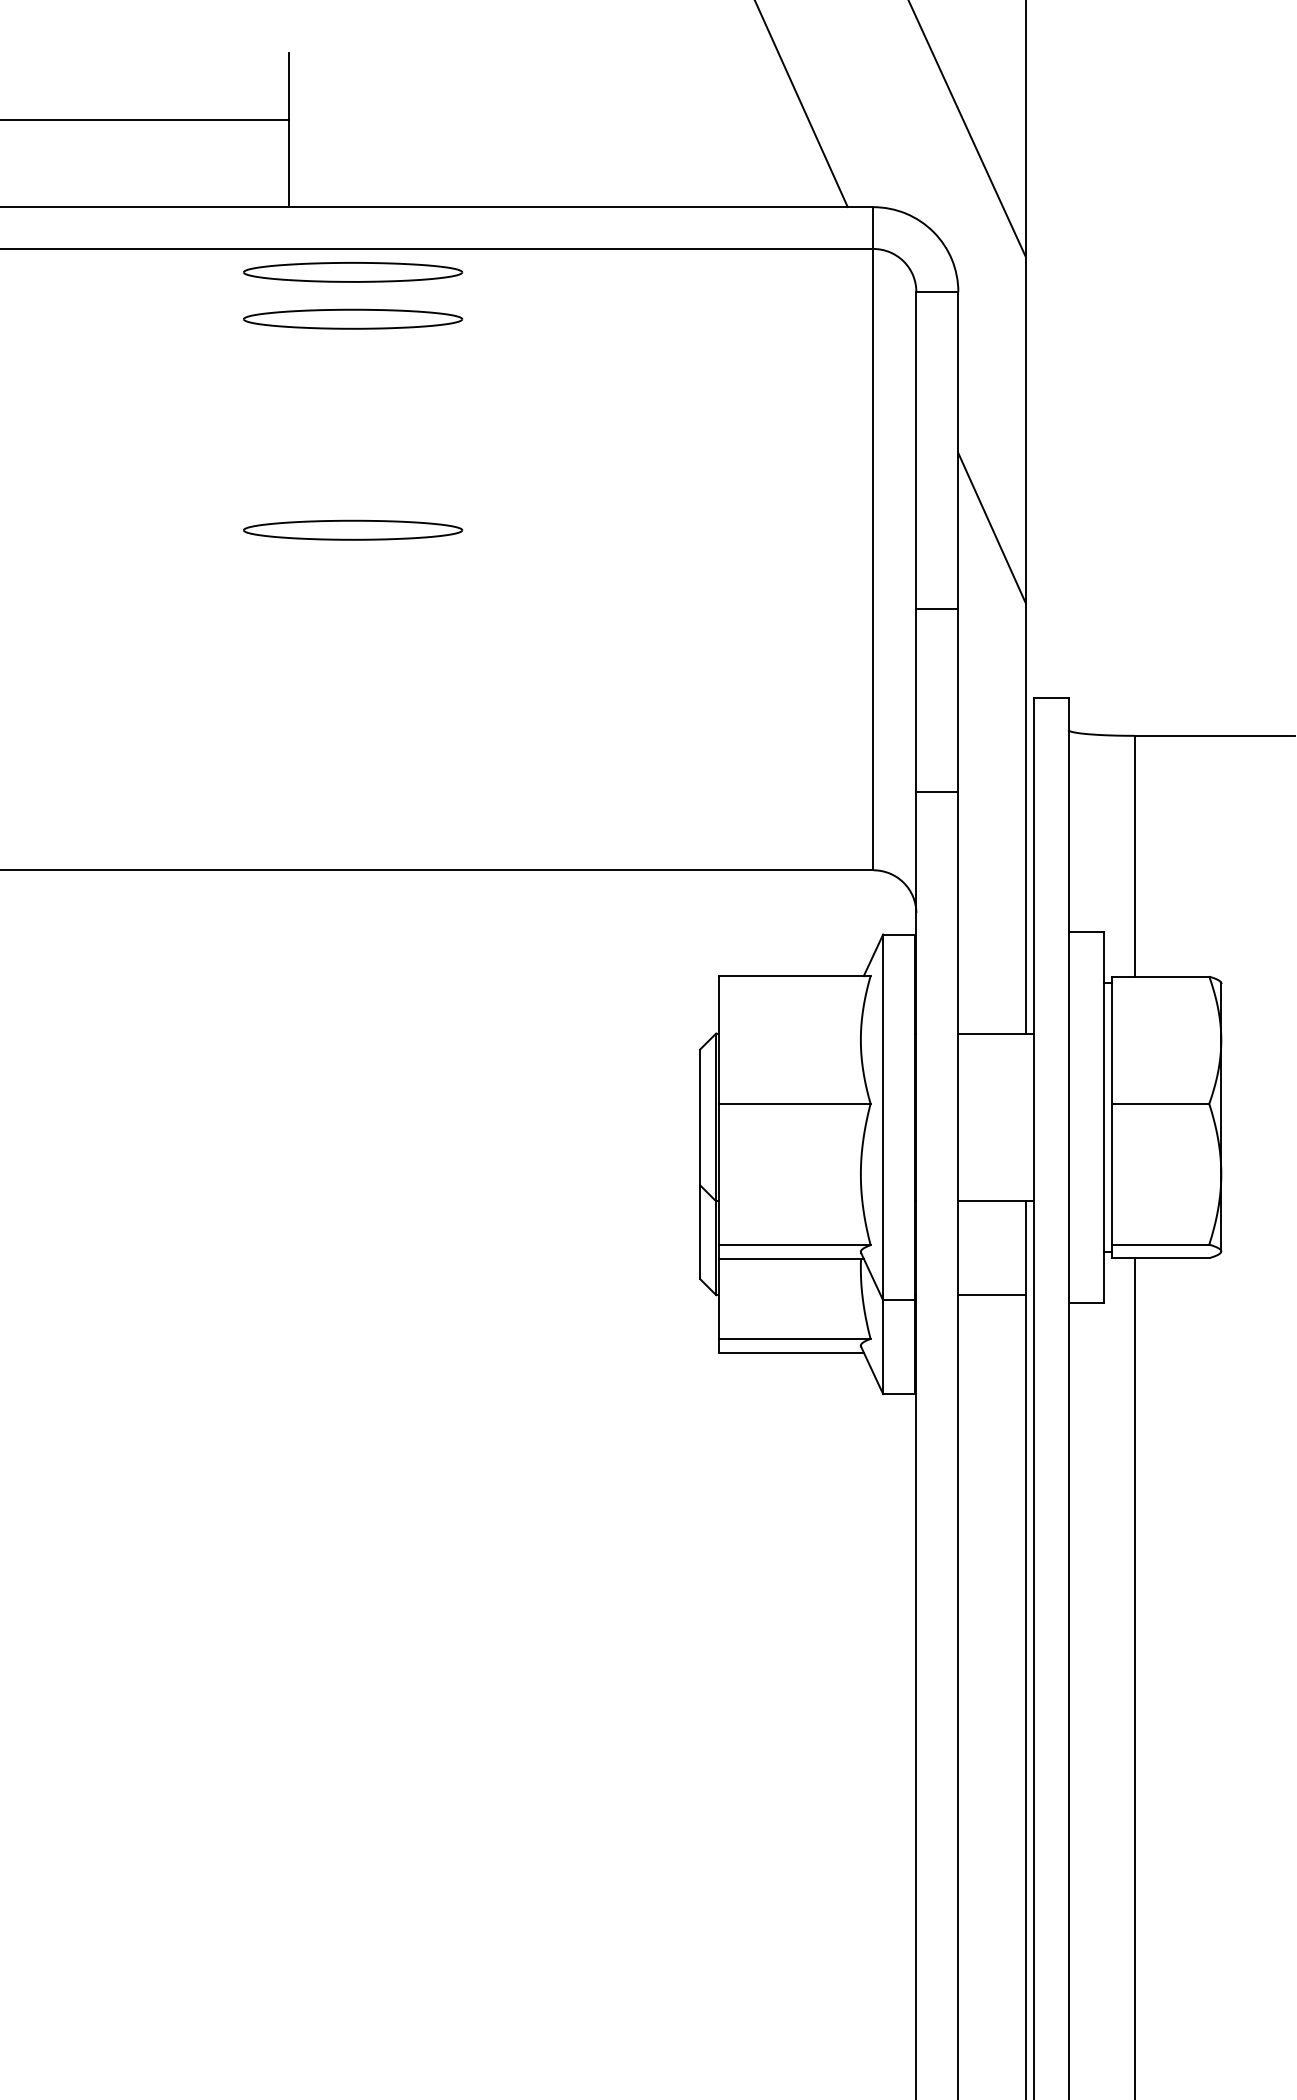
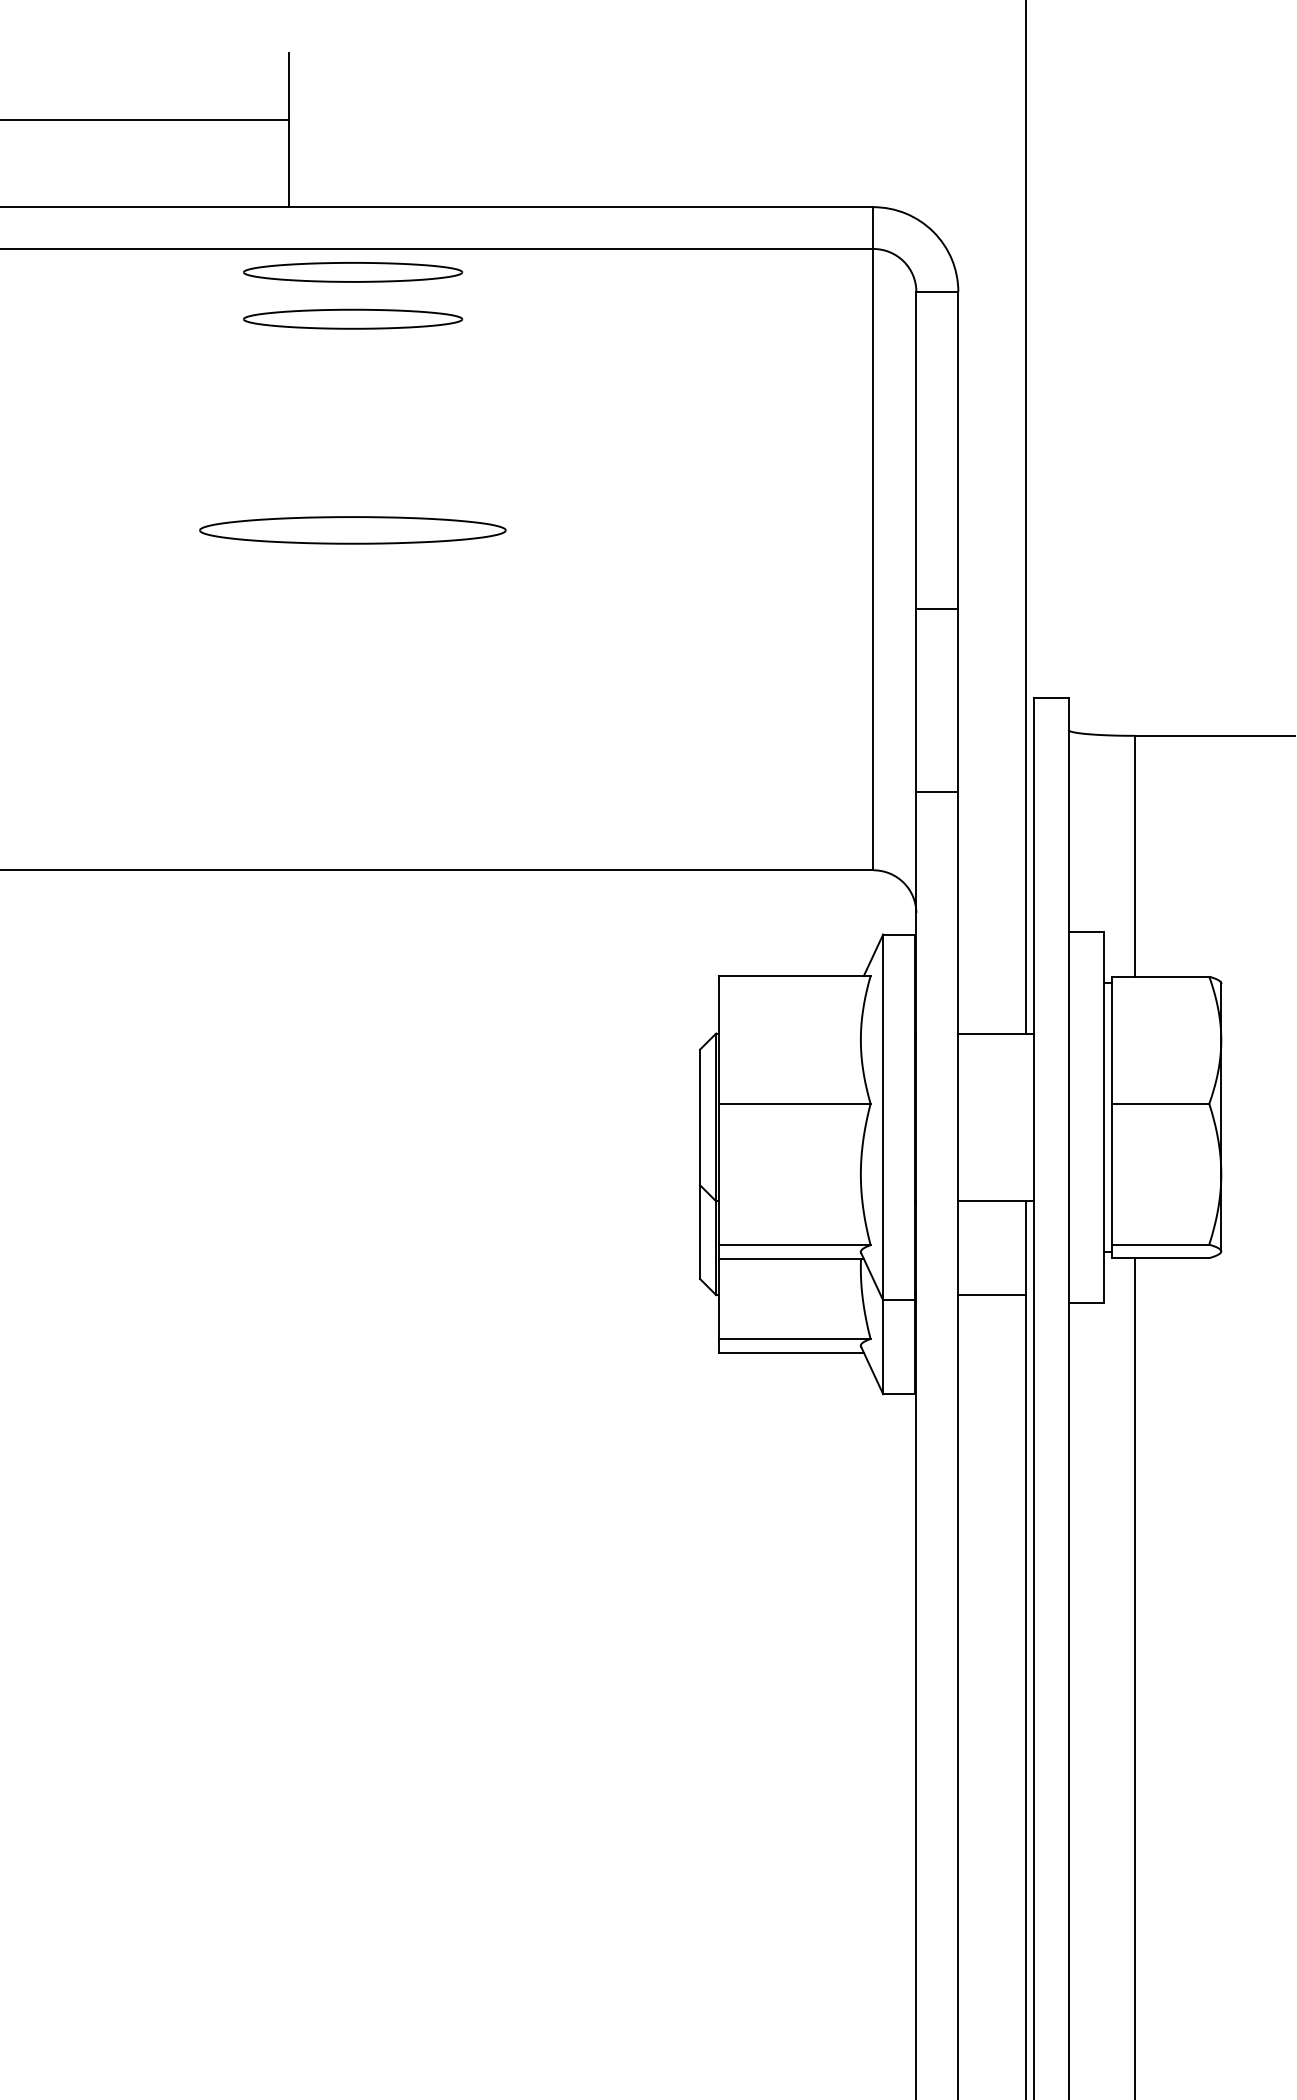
line at (801, 104): present -> none
line at (967, 129): present -> none
line at (991, 528): present -> none
part at (353, 529) size: 221x22 px -> 308x29 px
